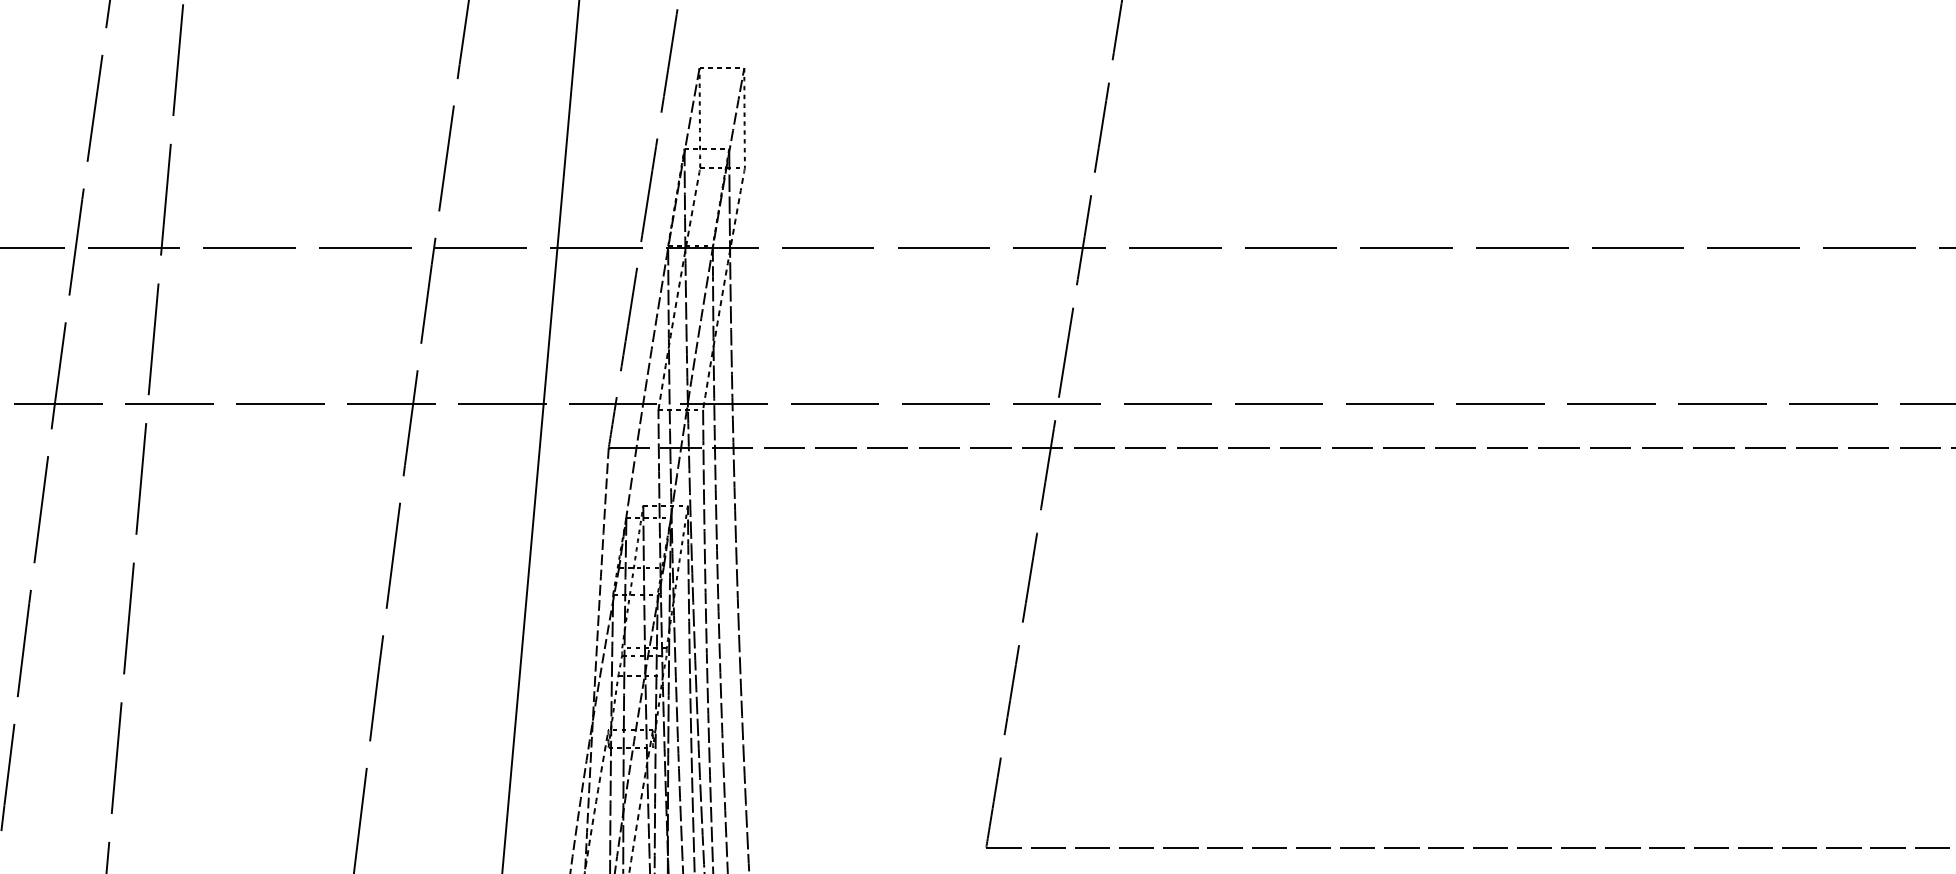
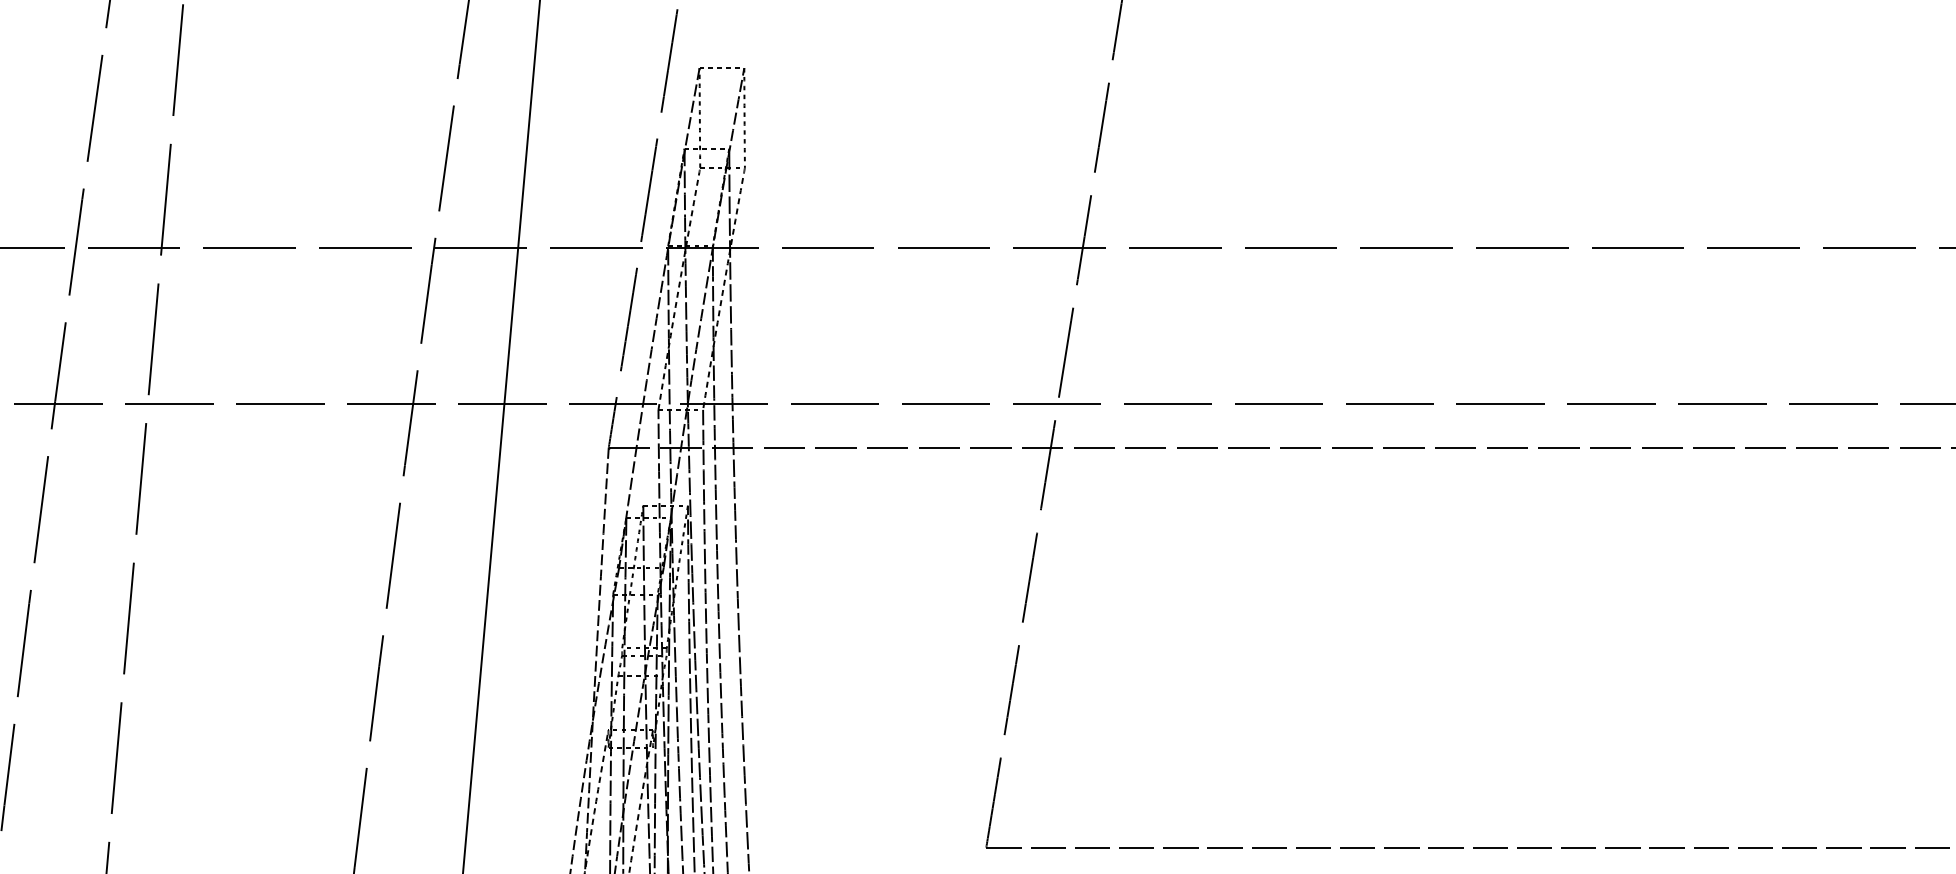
line at (540, 436) position: (540, 436) -> (501, 436)
